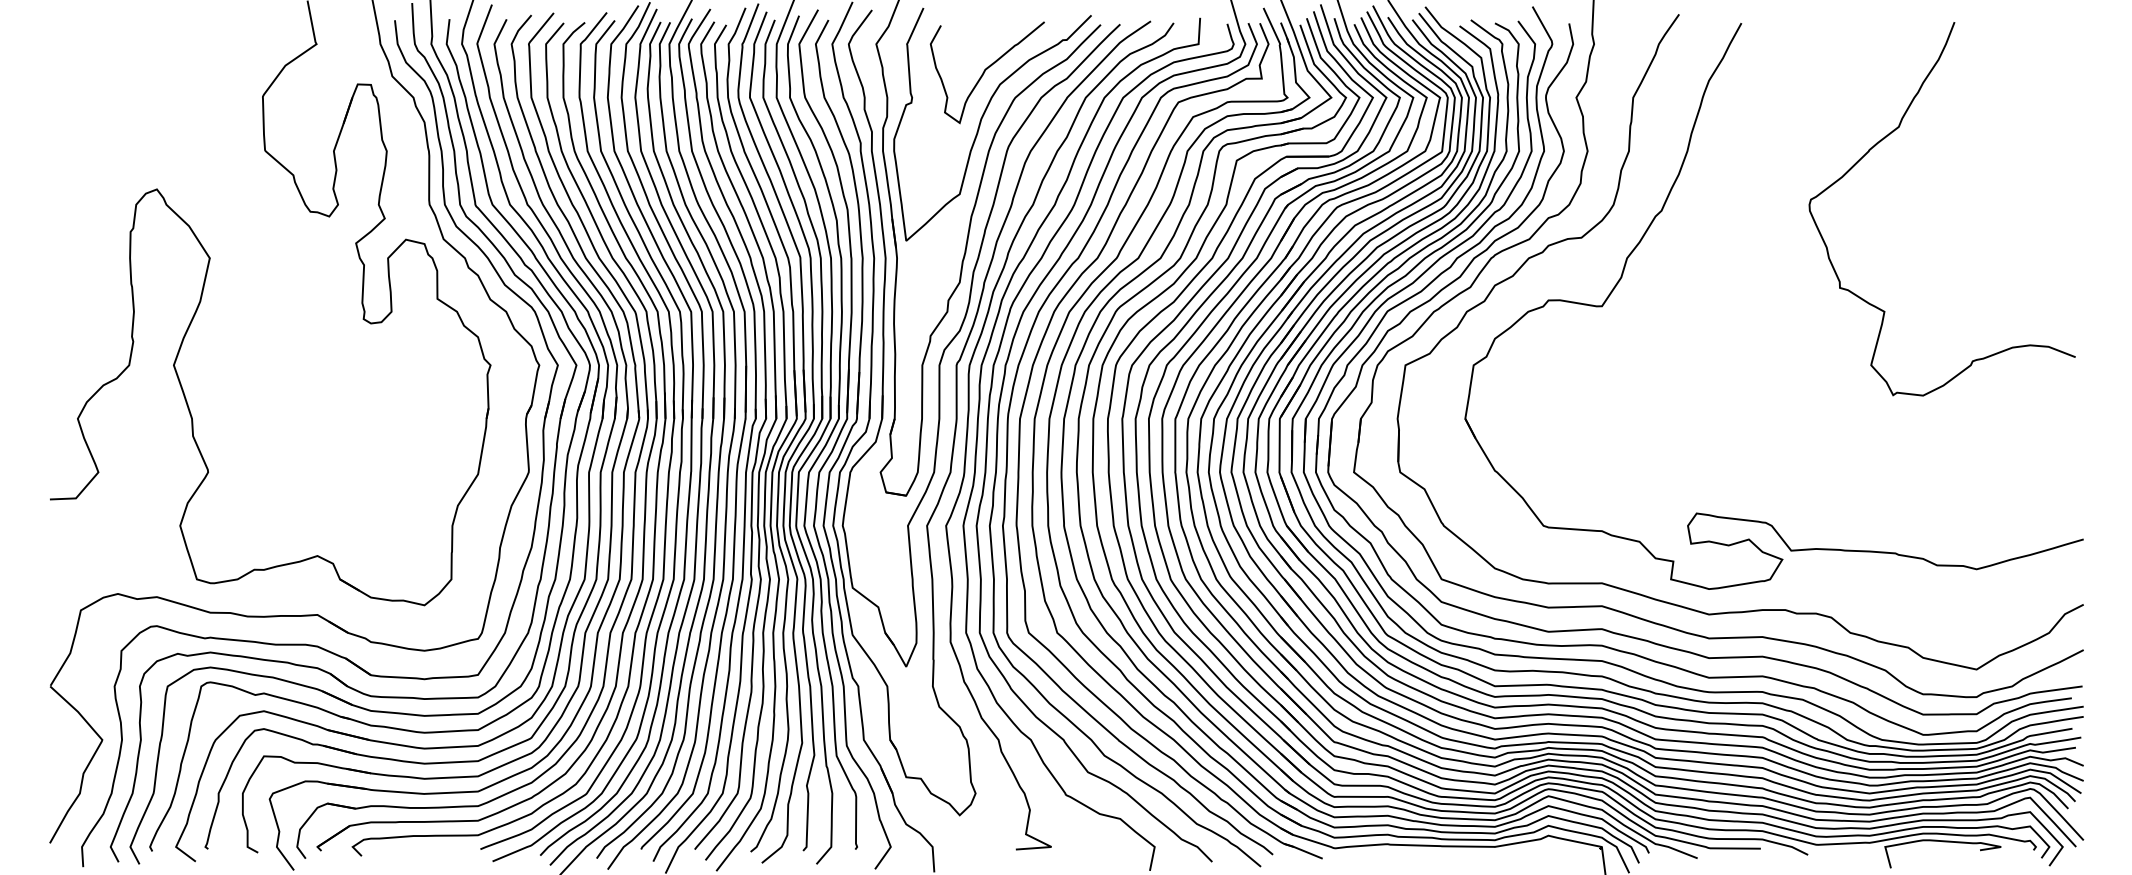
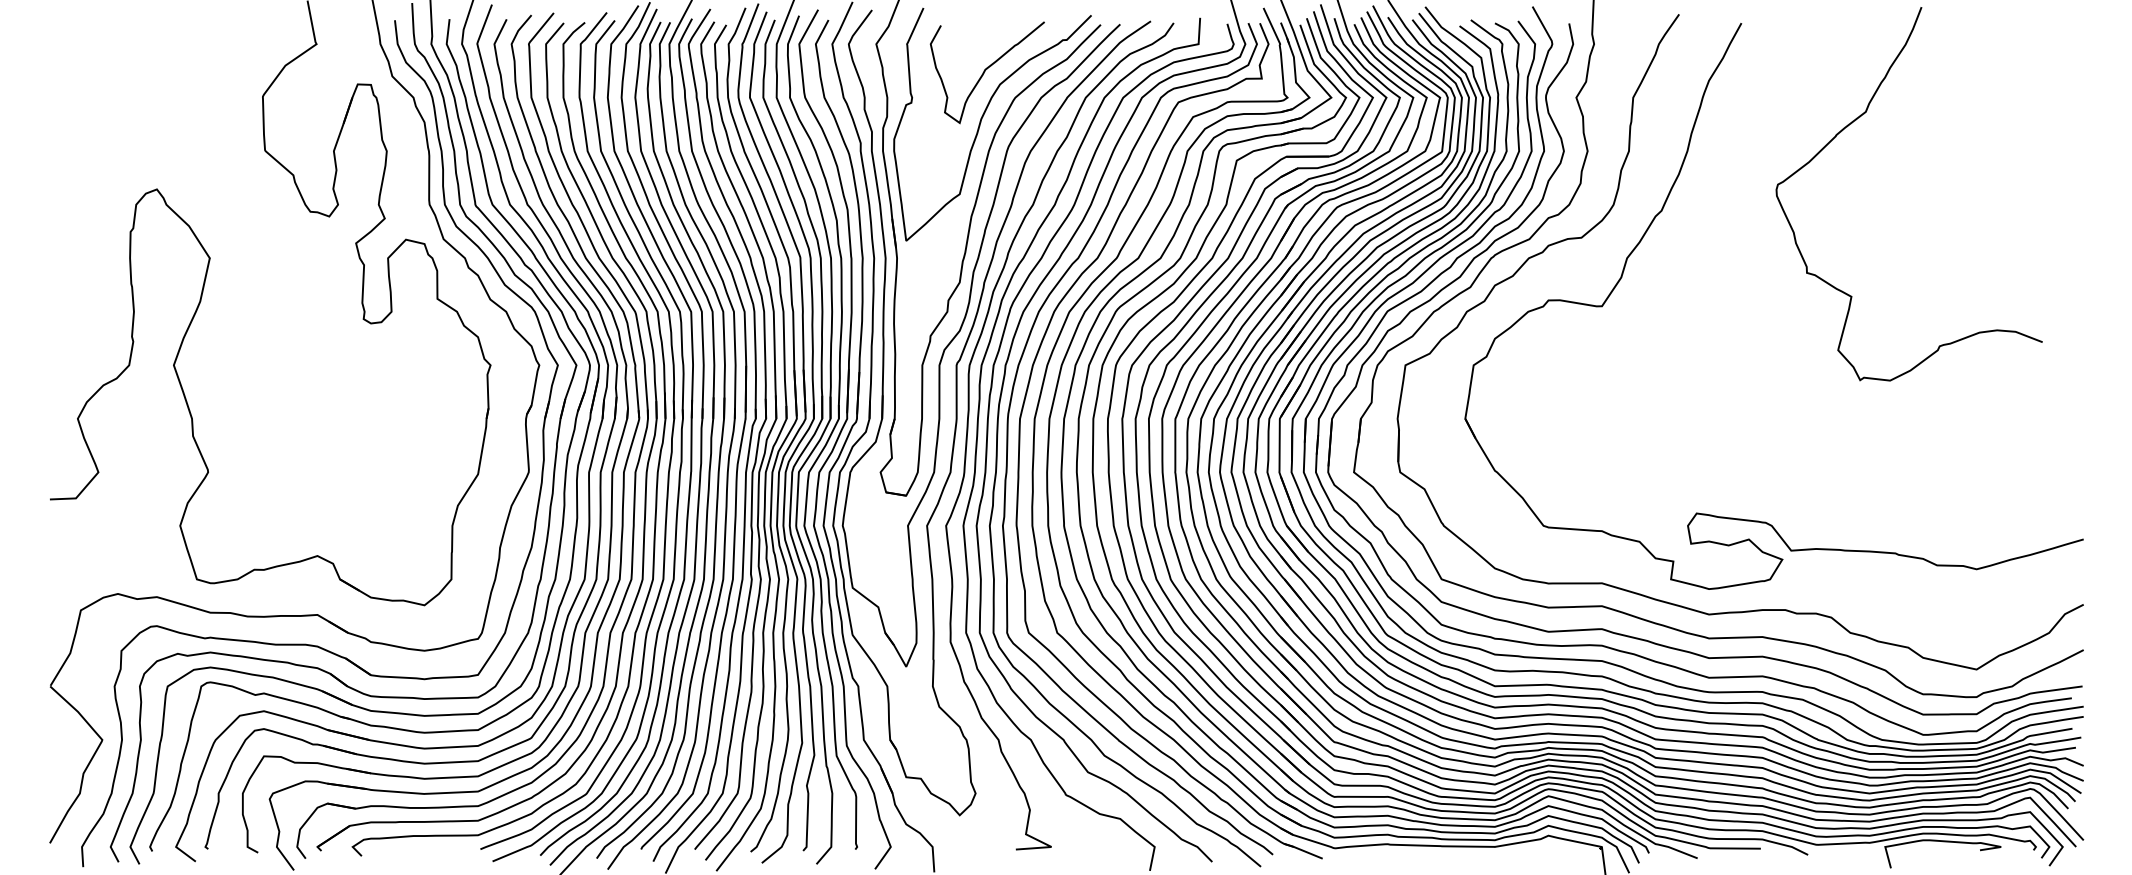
curve at (1884, 139) position: (1884, 139) -> (1851, 124)
